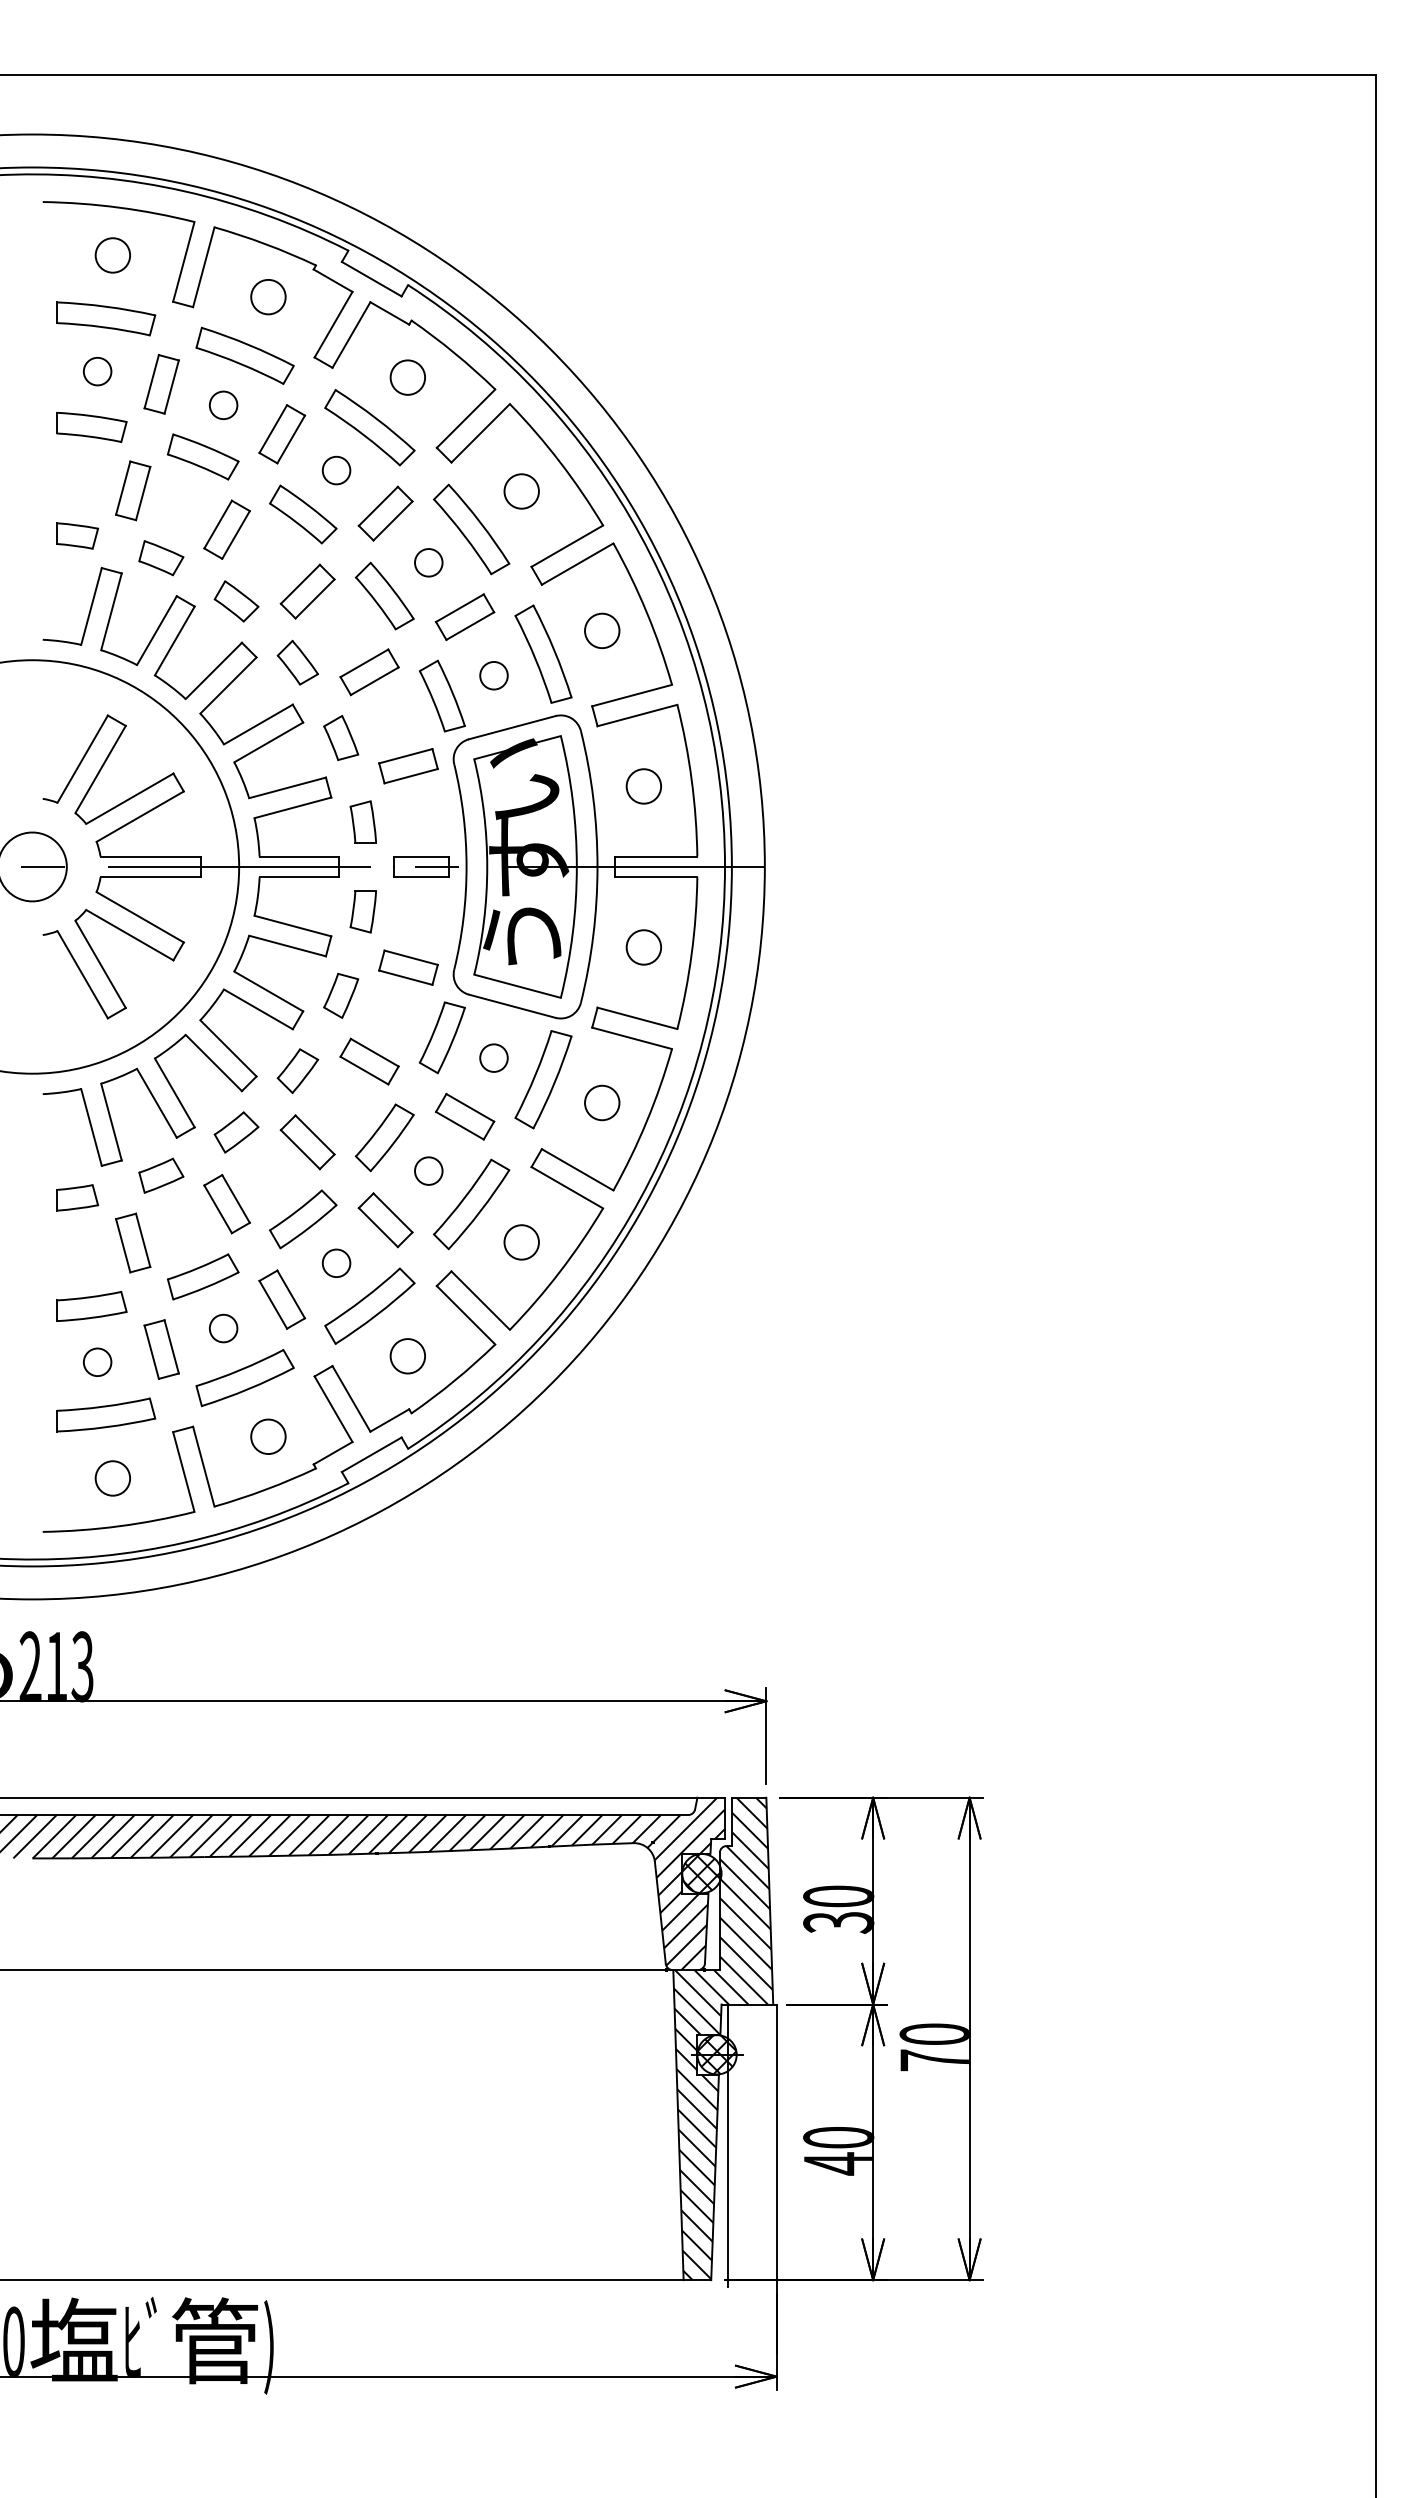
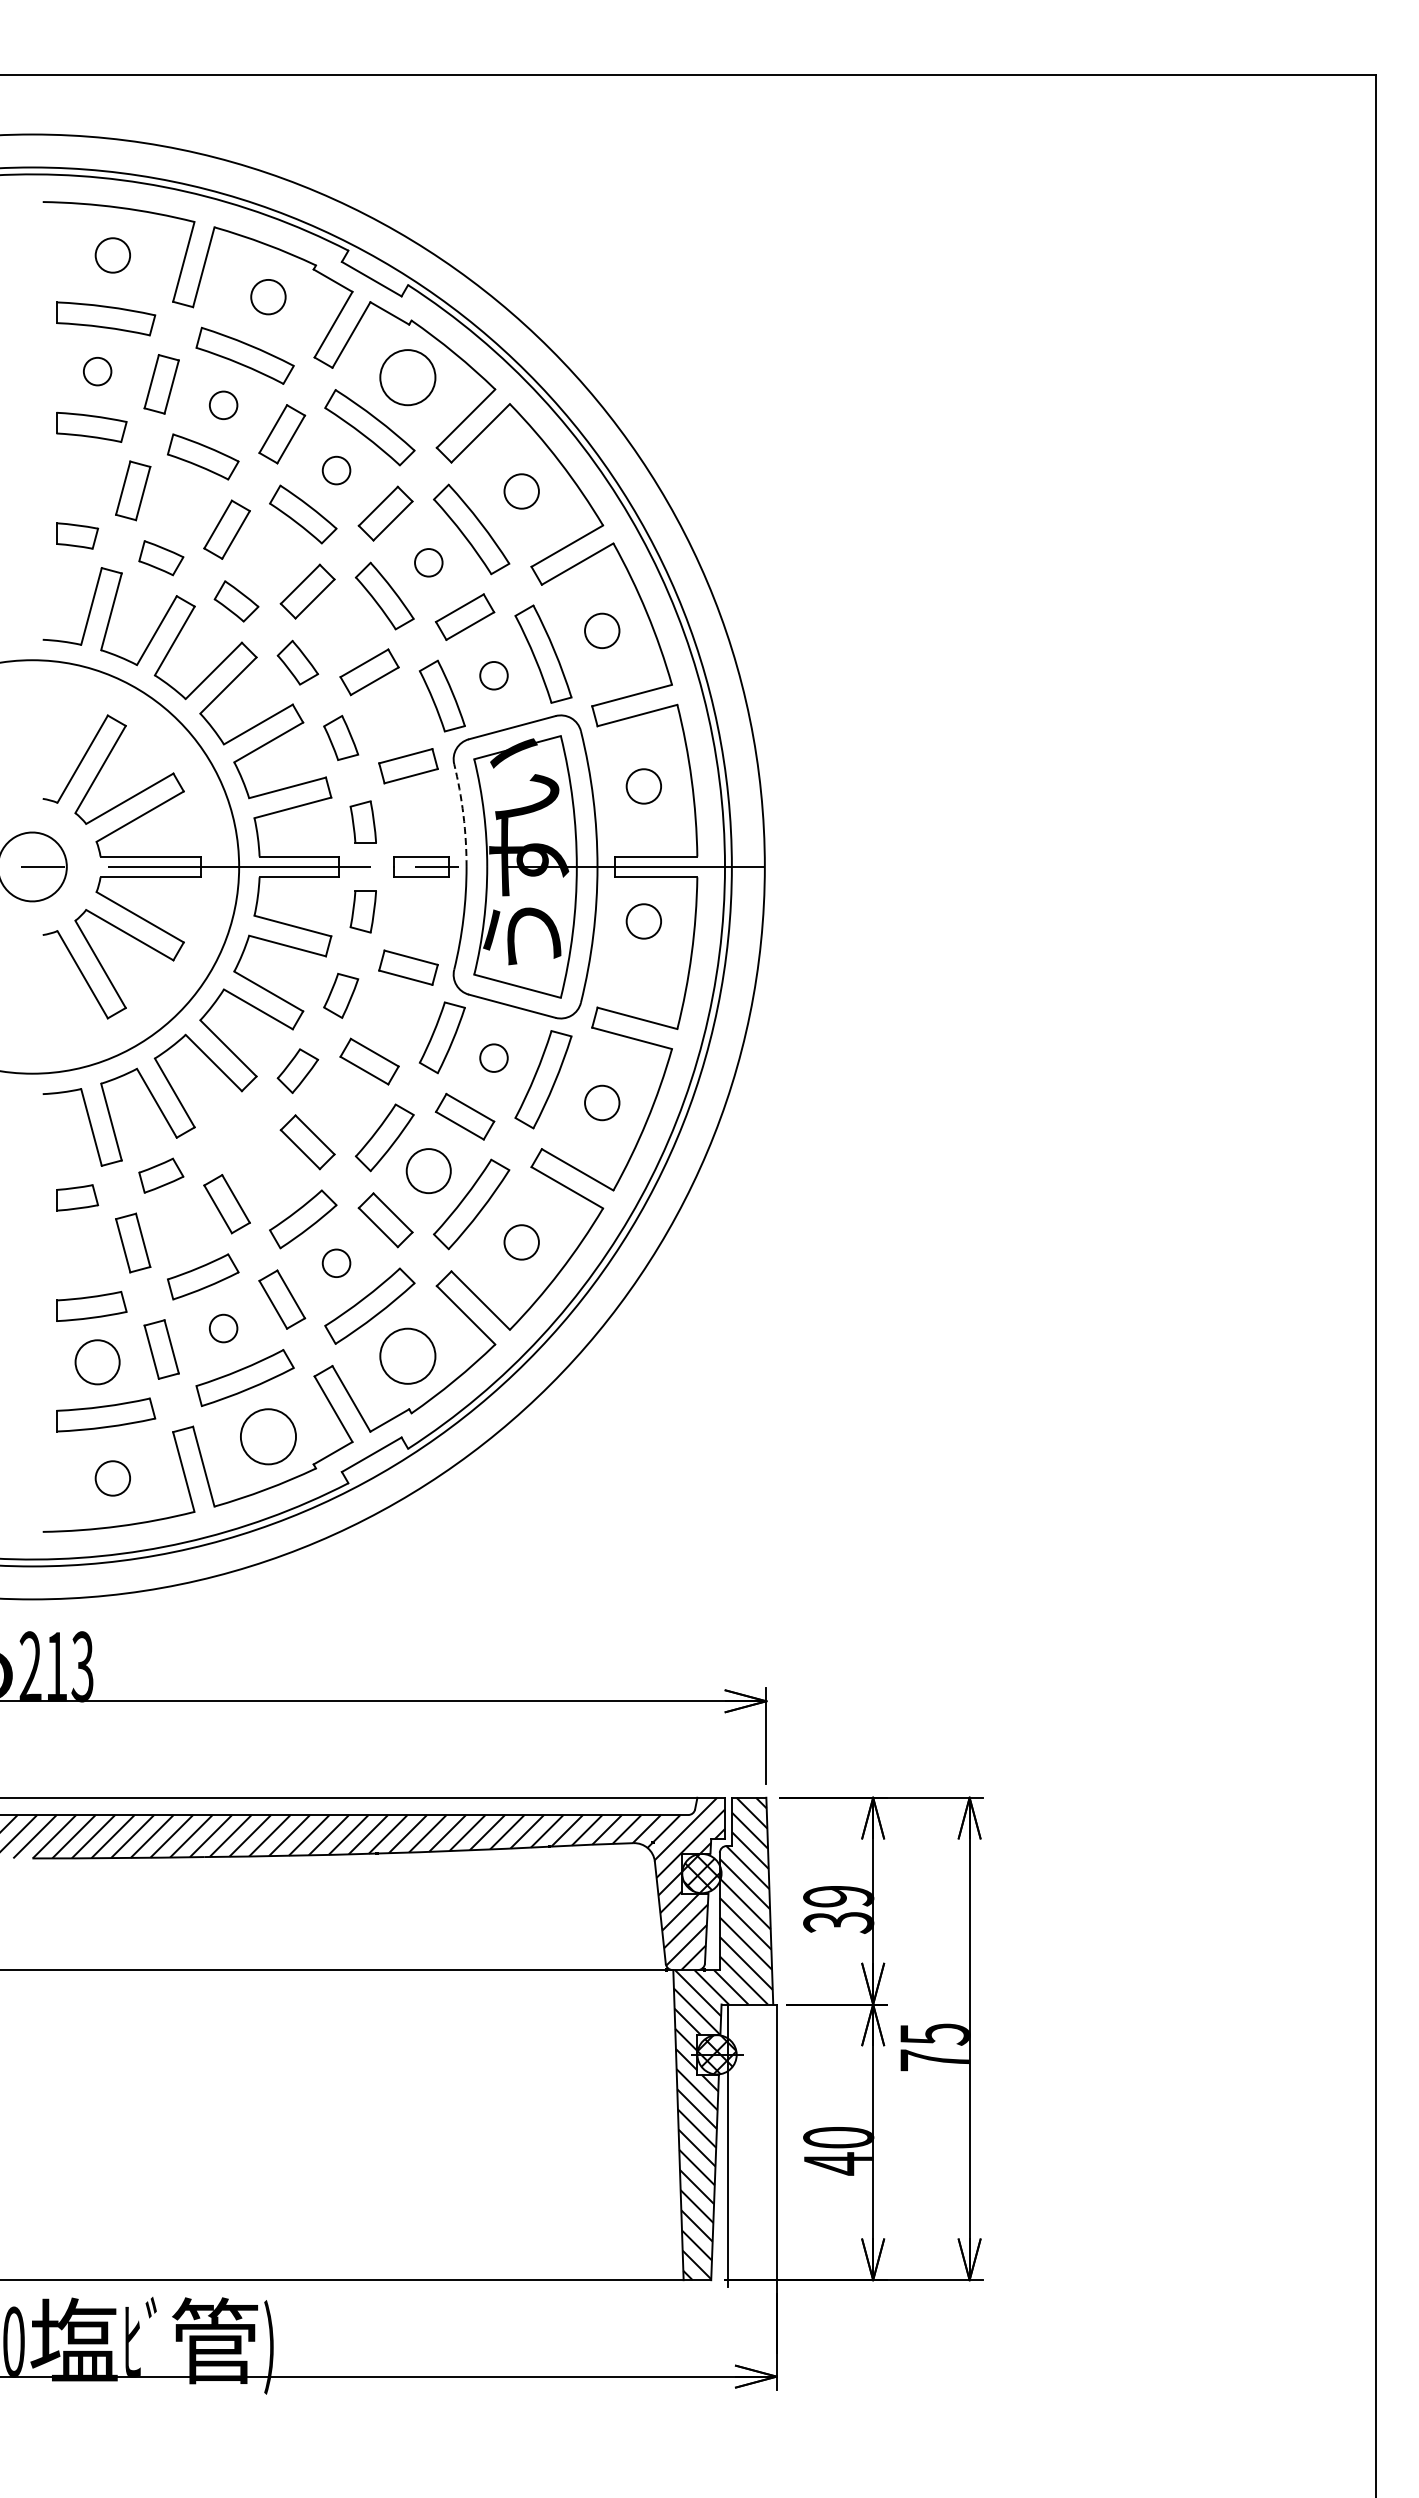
circle at (407, 377) diameter: 34 px -> 55 px
arc at (463, 815): solid -> dashed
circle at (643, 947) position: (643, 947) -> (643, 921)
part at (236, 1132): present -> none
circle at (428, 1170) diameter: 28 px -> 44 px
circle at (407, 1356) diameter: 34 px -> 55 px
circle at (97, 1362) diameter: 28 px -> 44 px
circle at (268, 1436) diameter: 34 px -> 55 px
text at (838, 1896): 30 -> 39
text at (933, 2034): 70 -> 75
